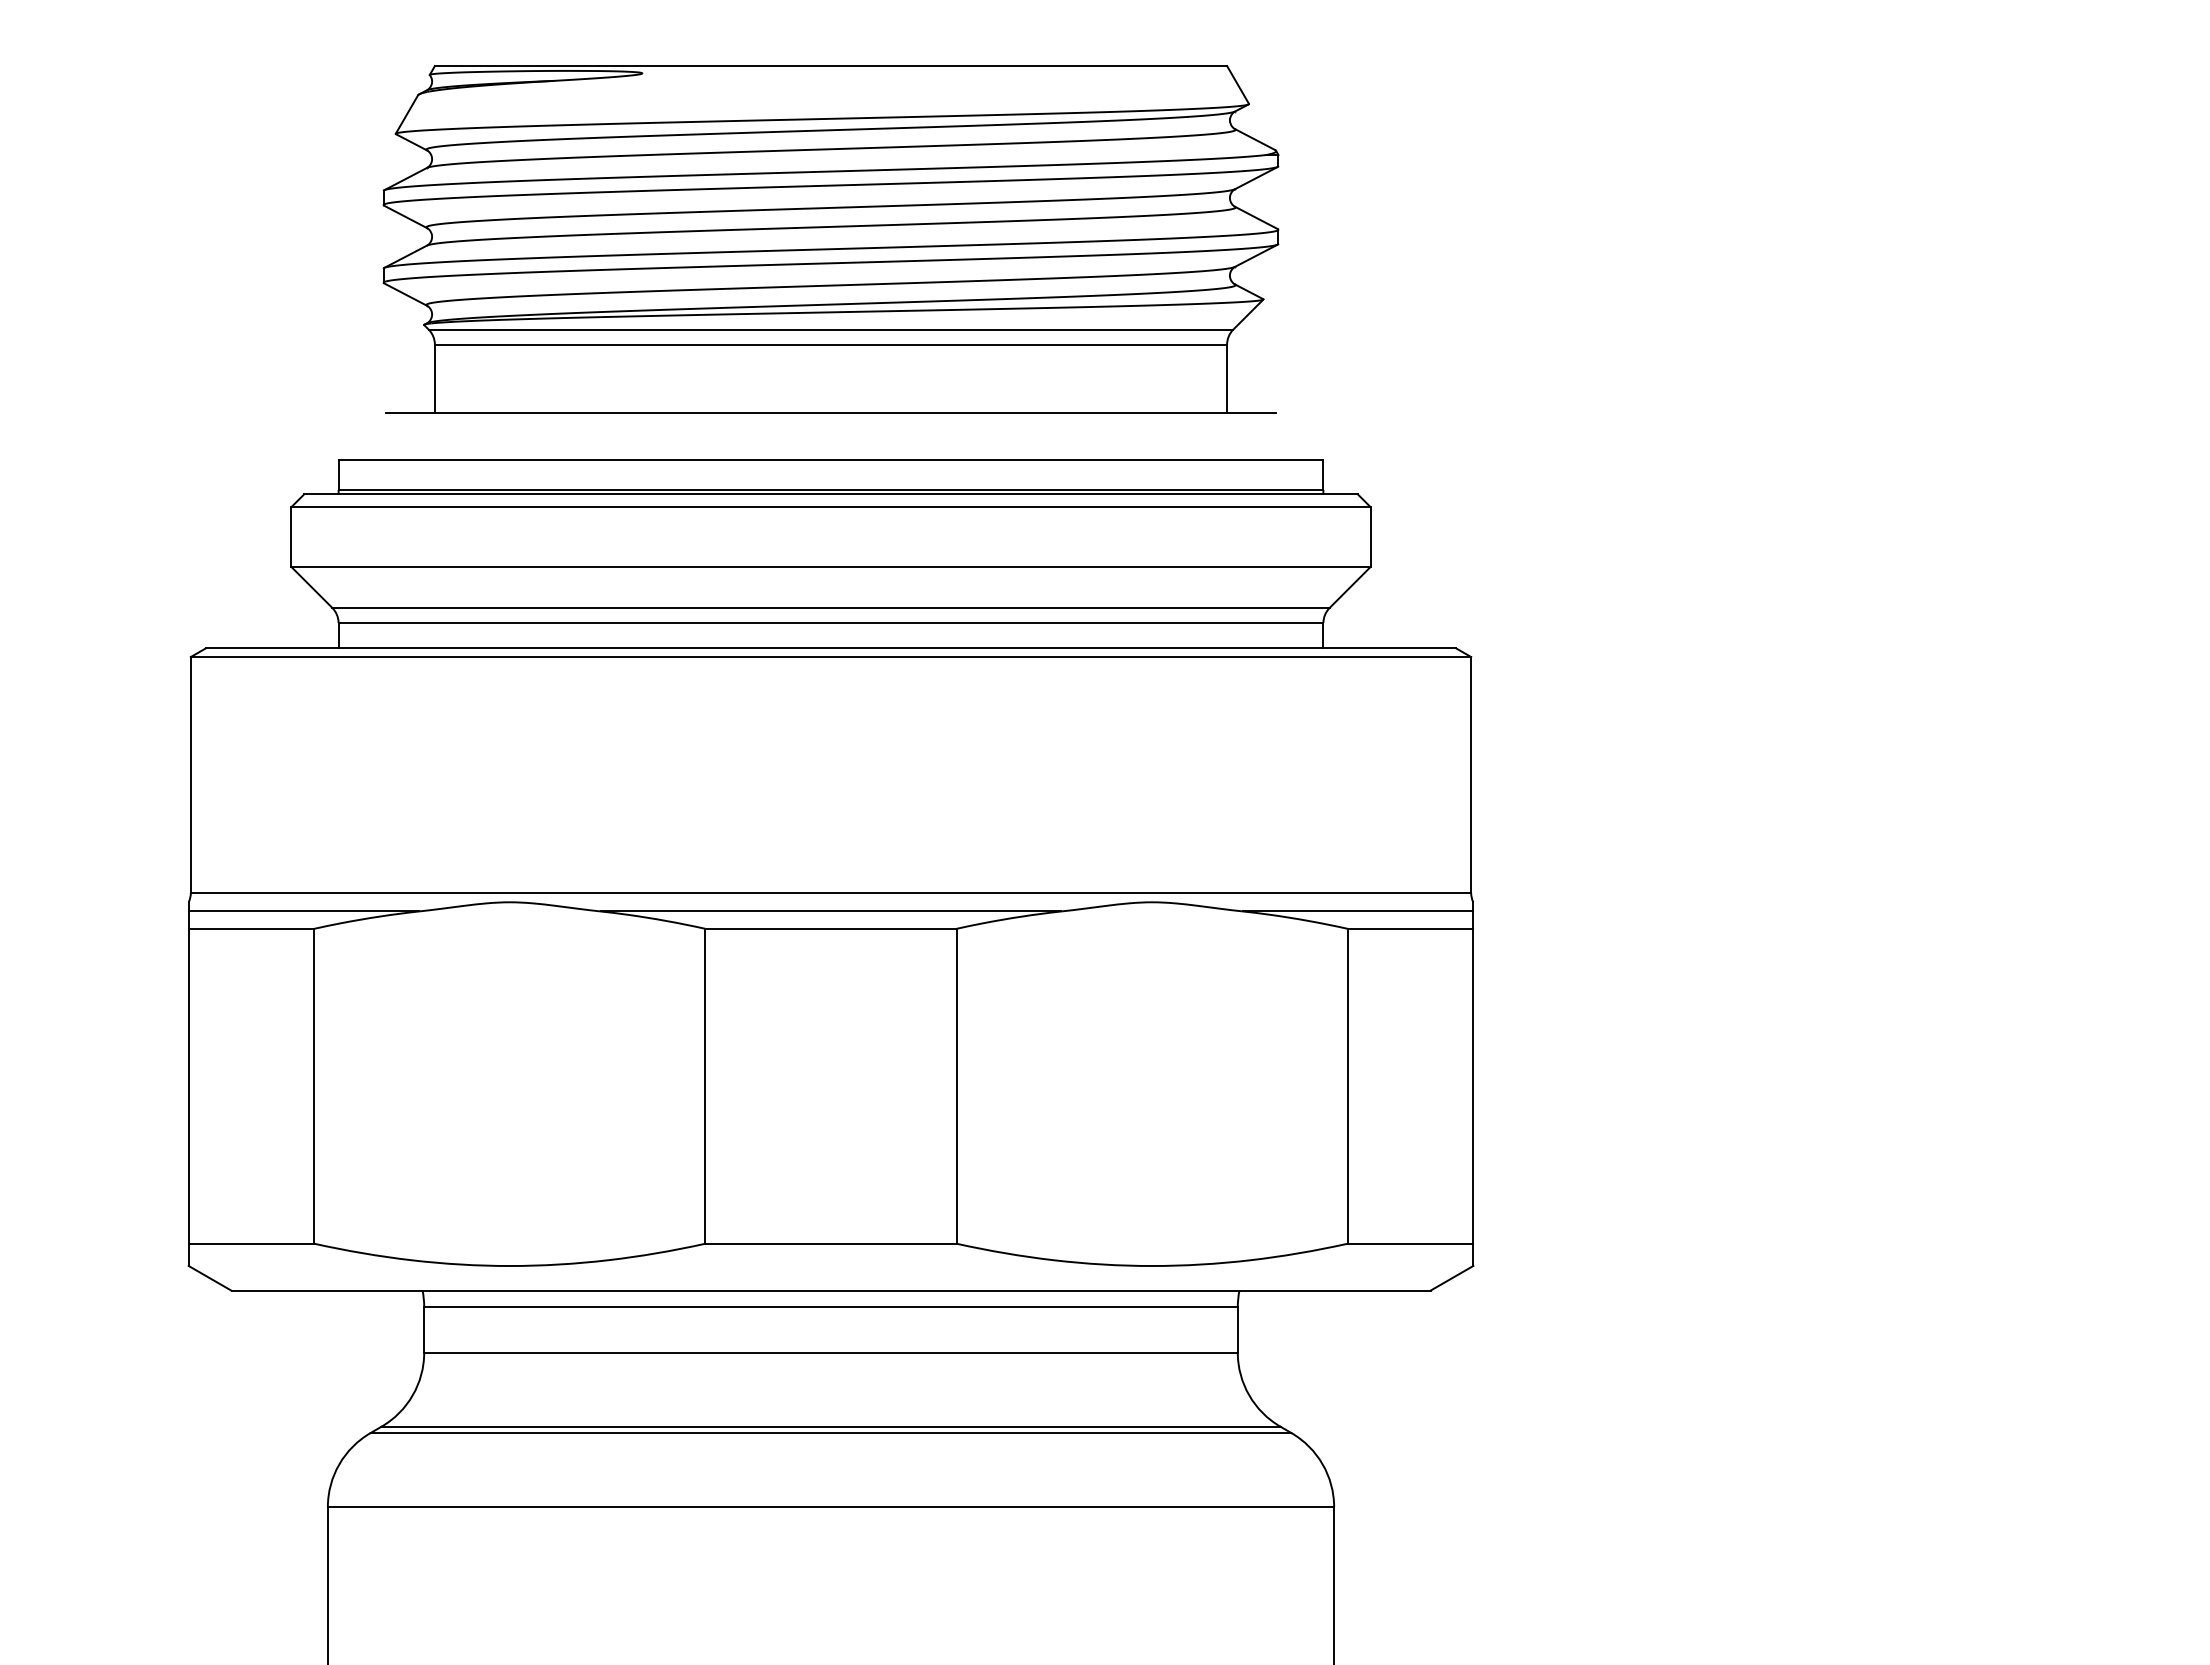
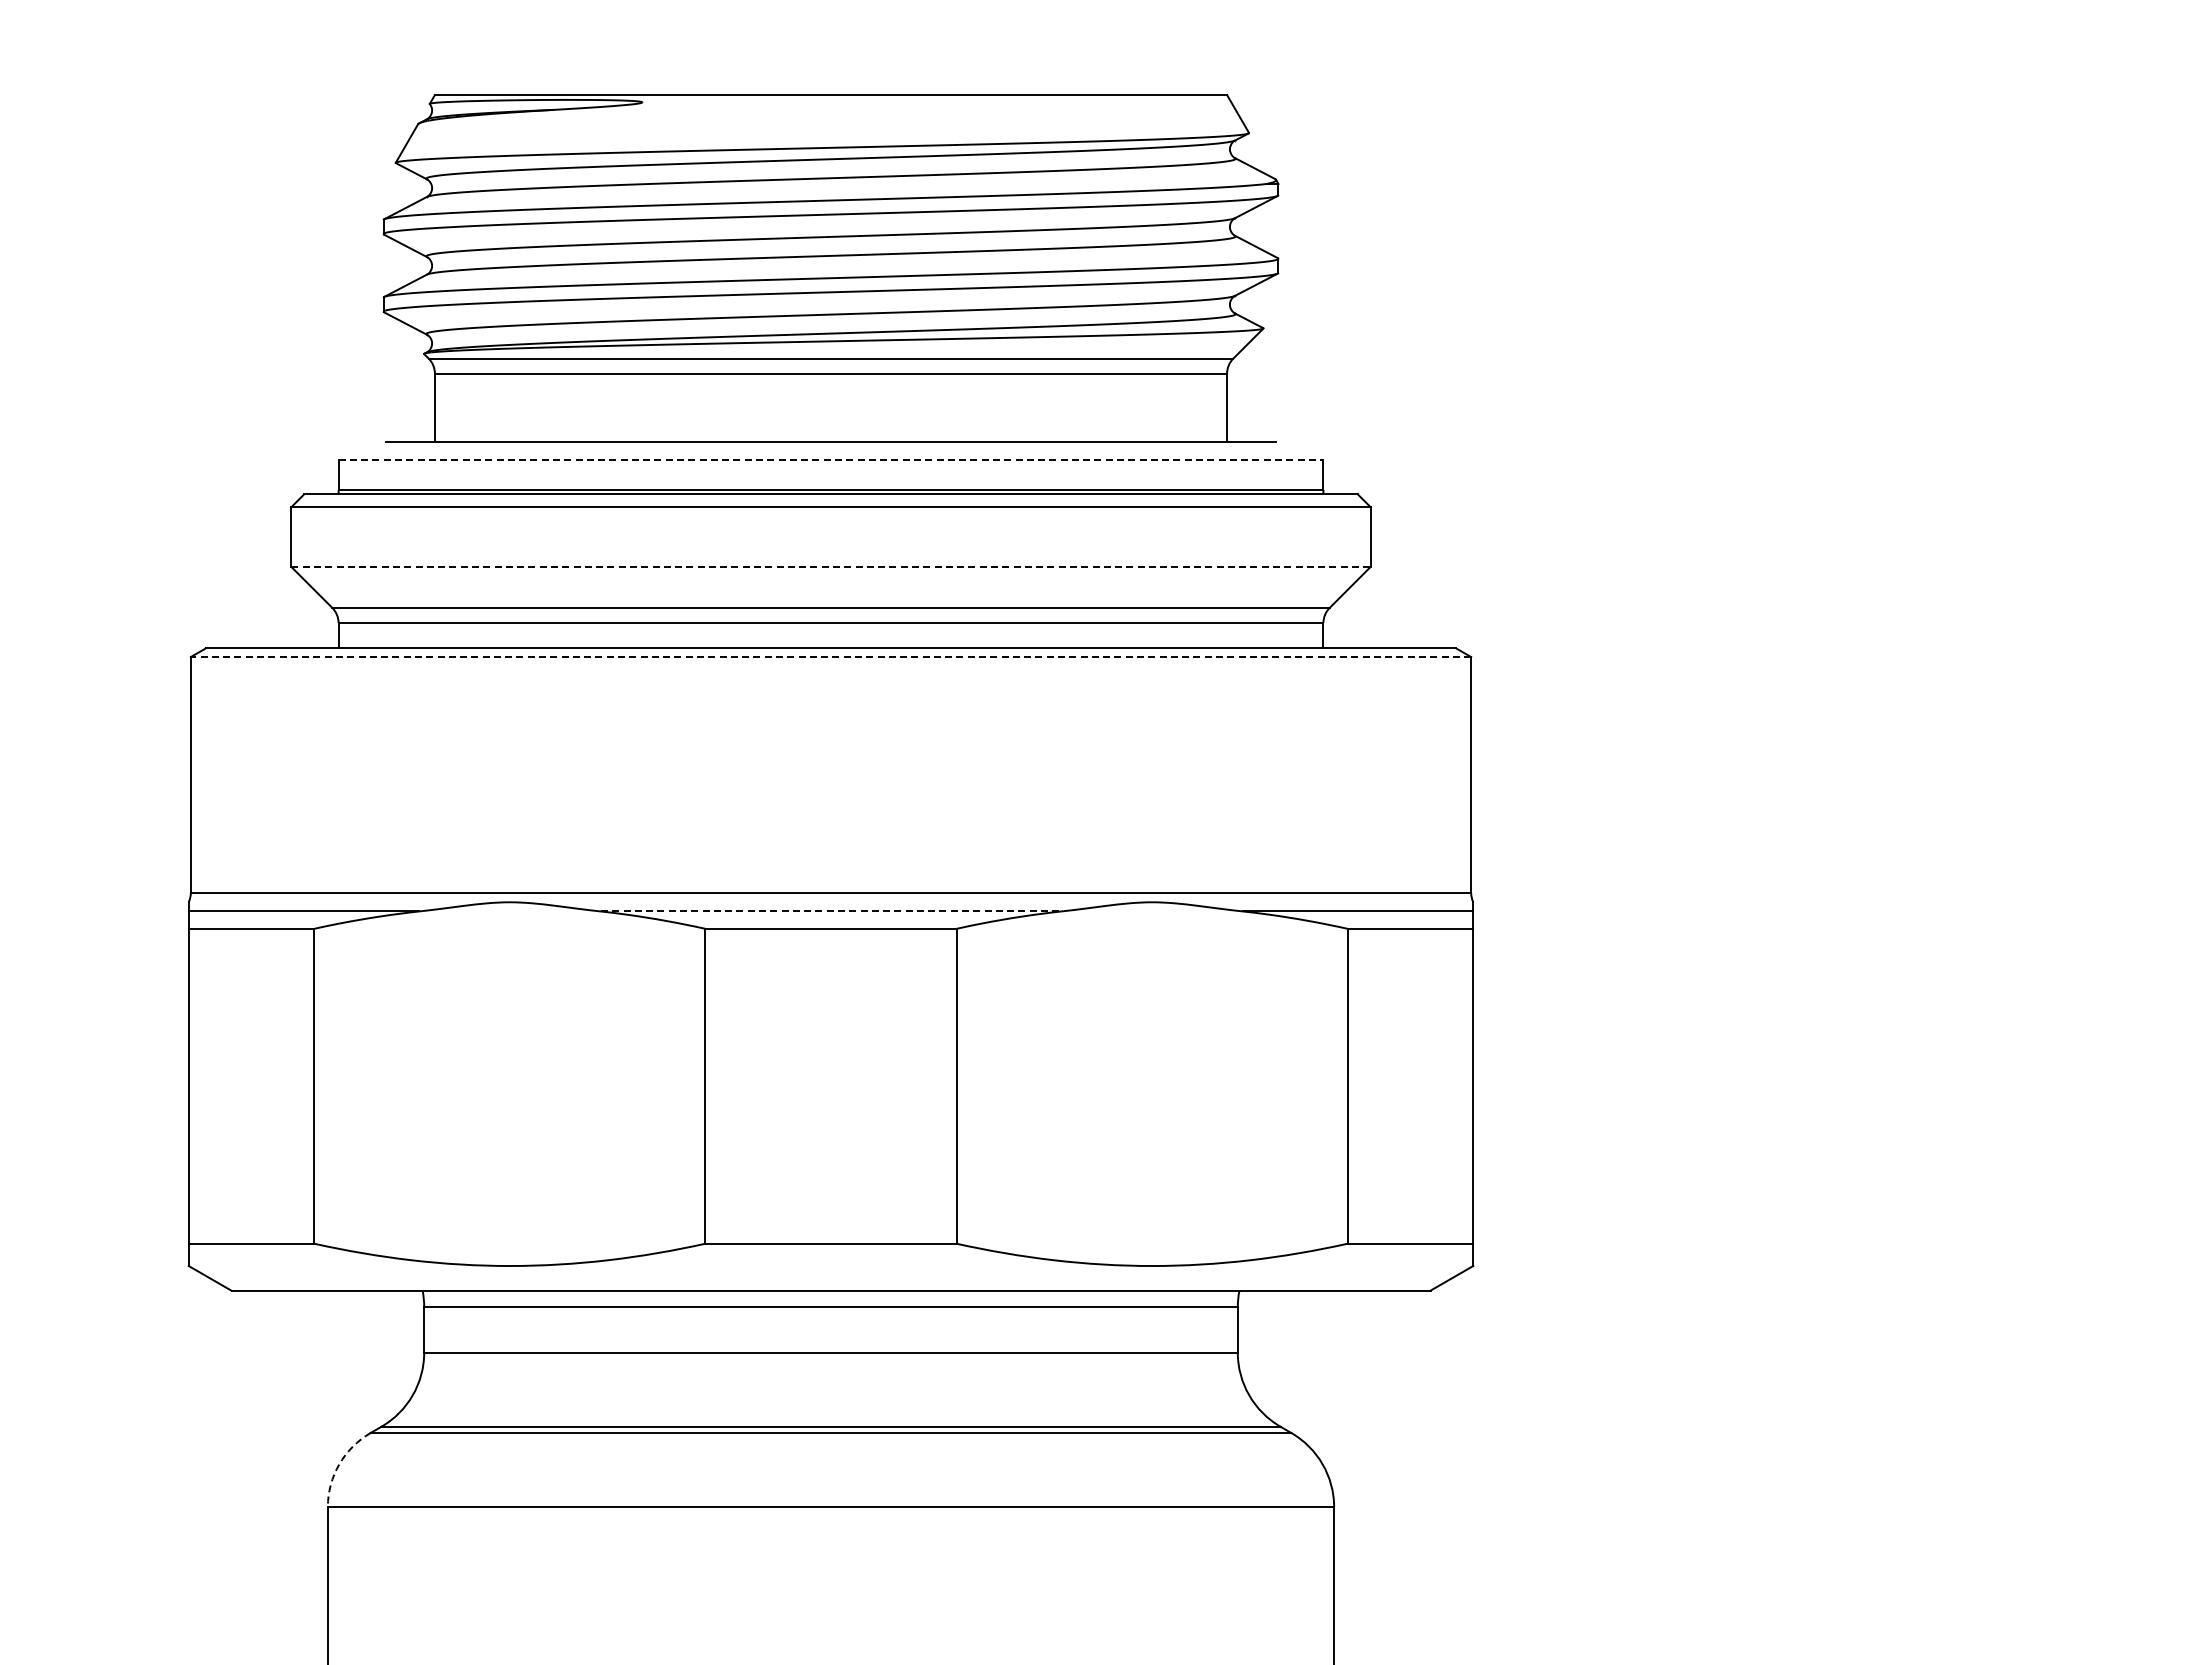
part at (830, 239) position: (830, 239) -> (830, 268)
line at (831, 459): solid -> dashed
line at (831, 567): solid -> dashed
line at (830, 657): solid -> dashed
line at (831, 911): solid -> dashed
arc at (339, 1464): solid -> dashed
